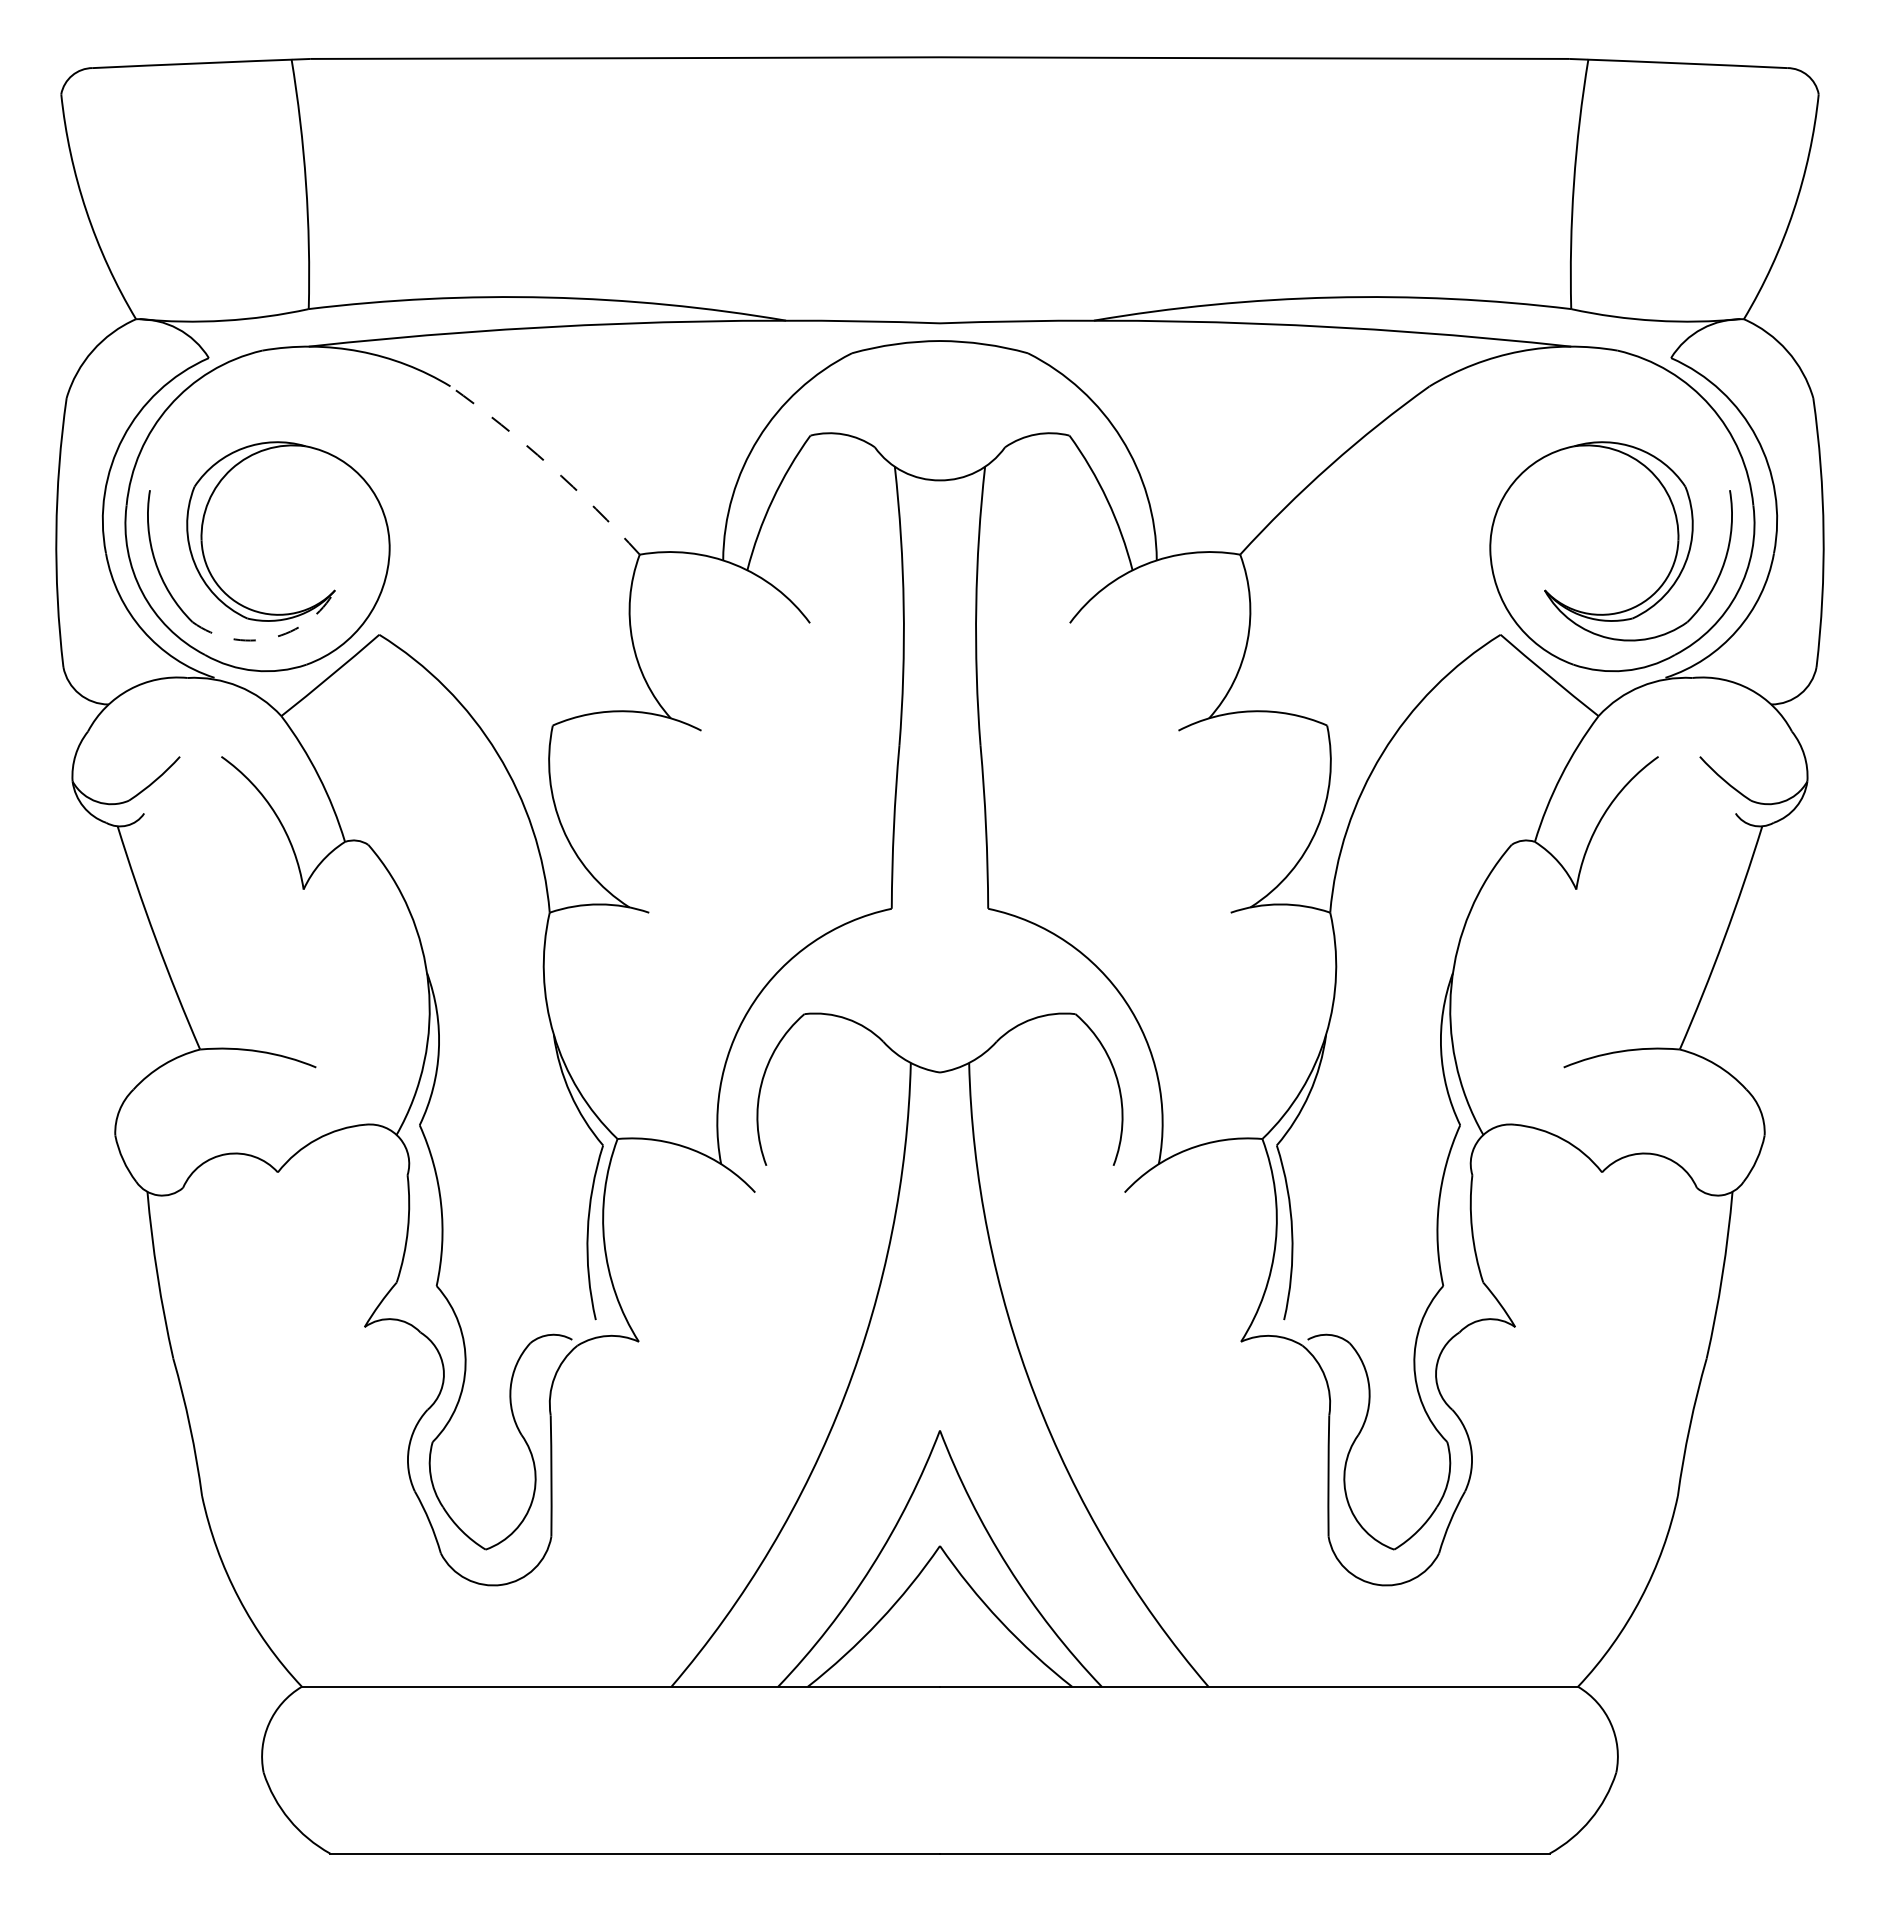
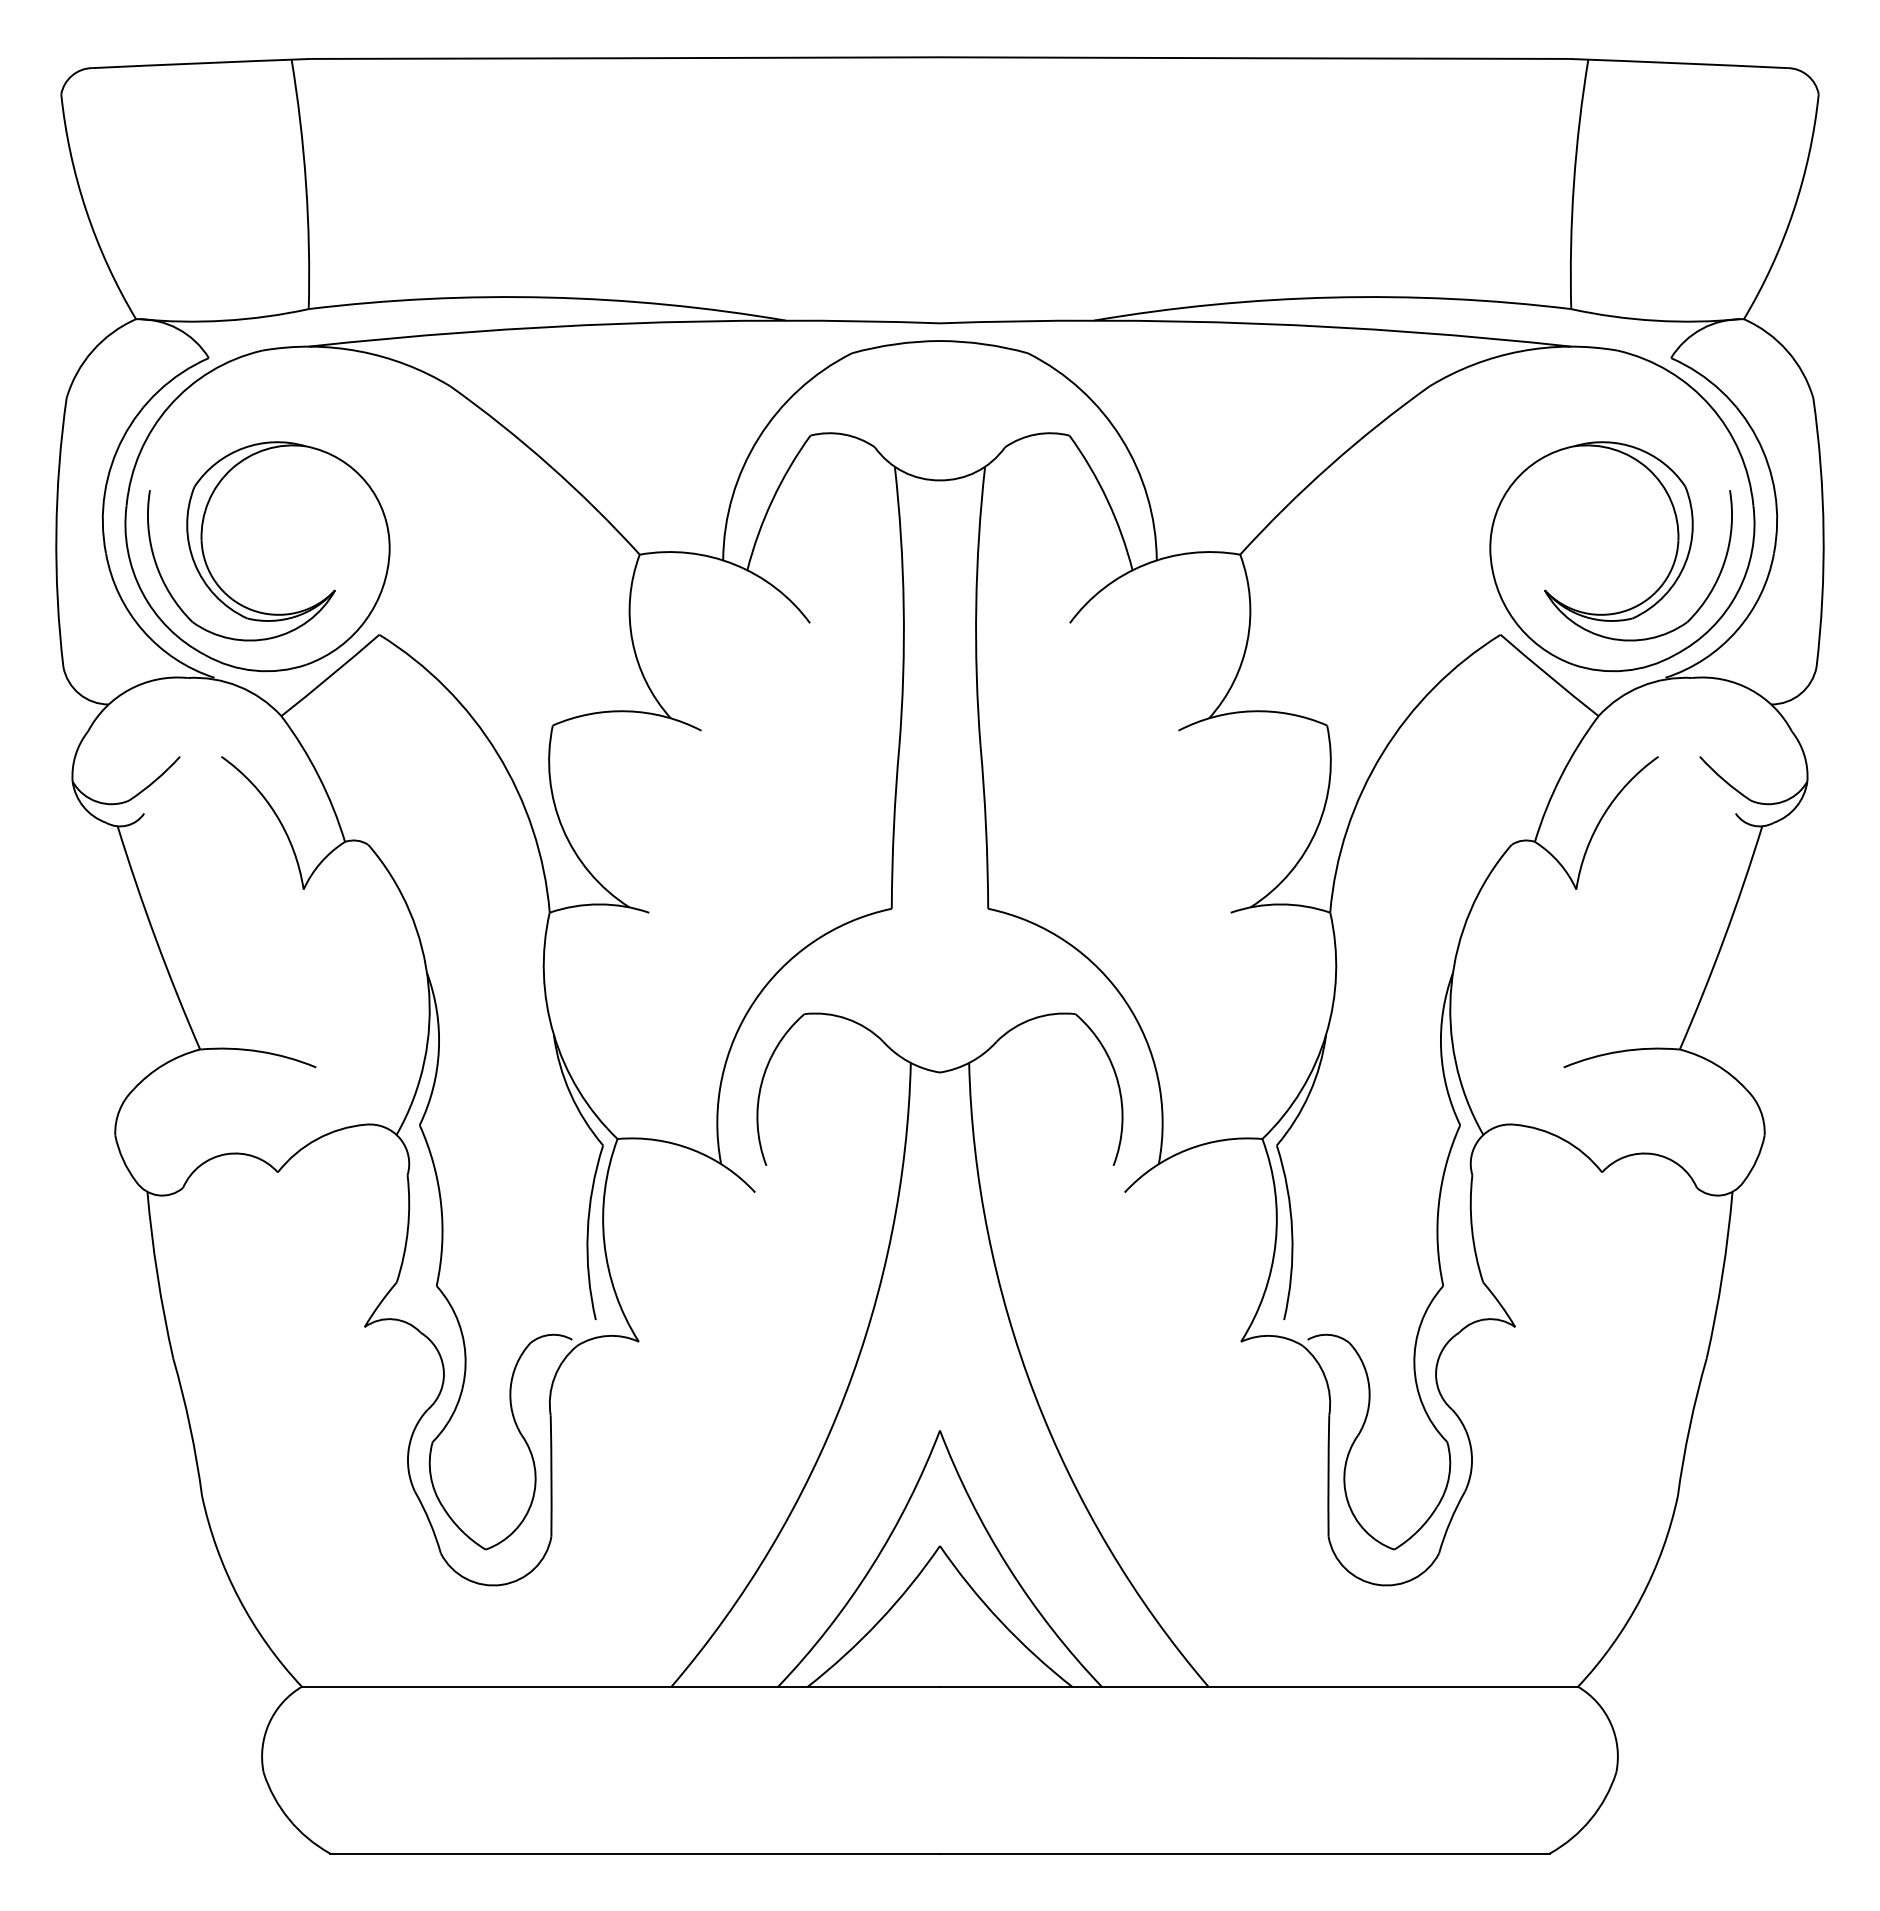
arc at (549, 465): dashed -> solid
arc at (271, 638): dashed -> solid
